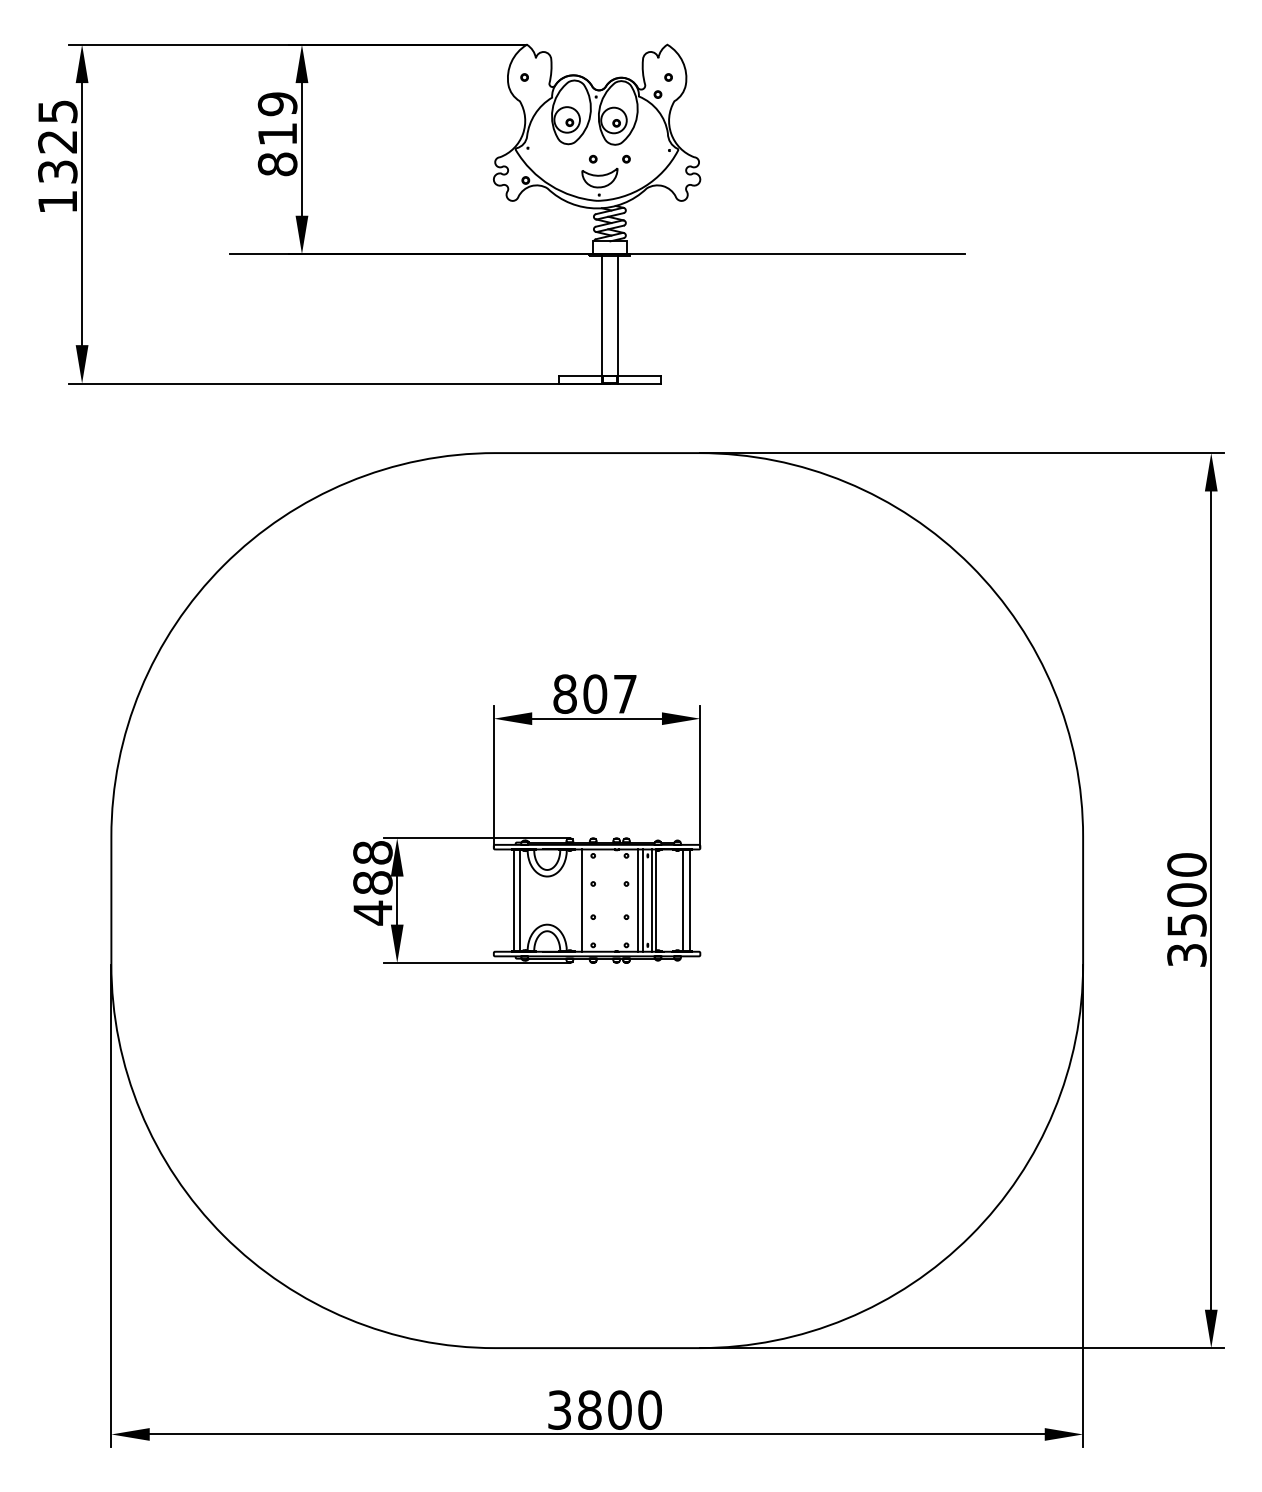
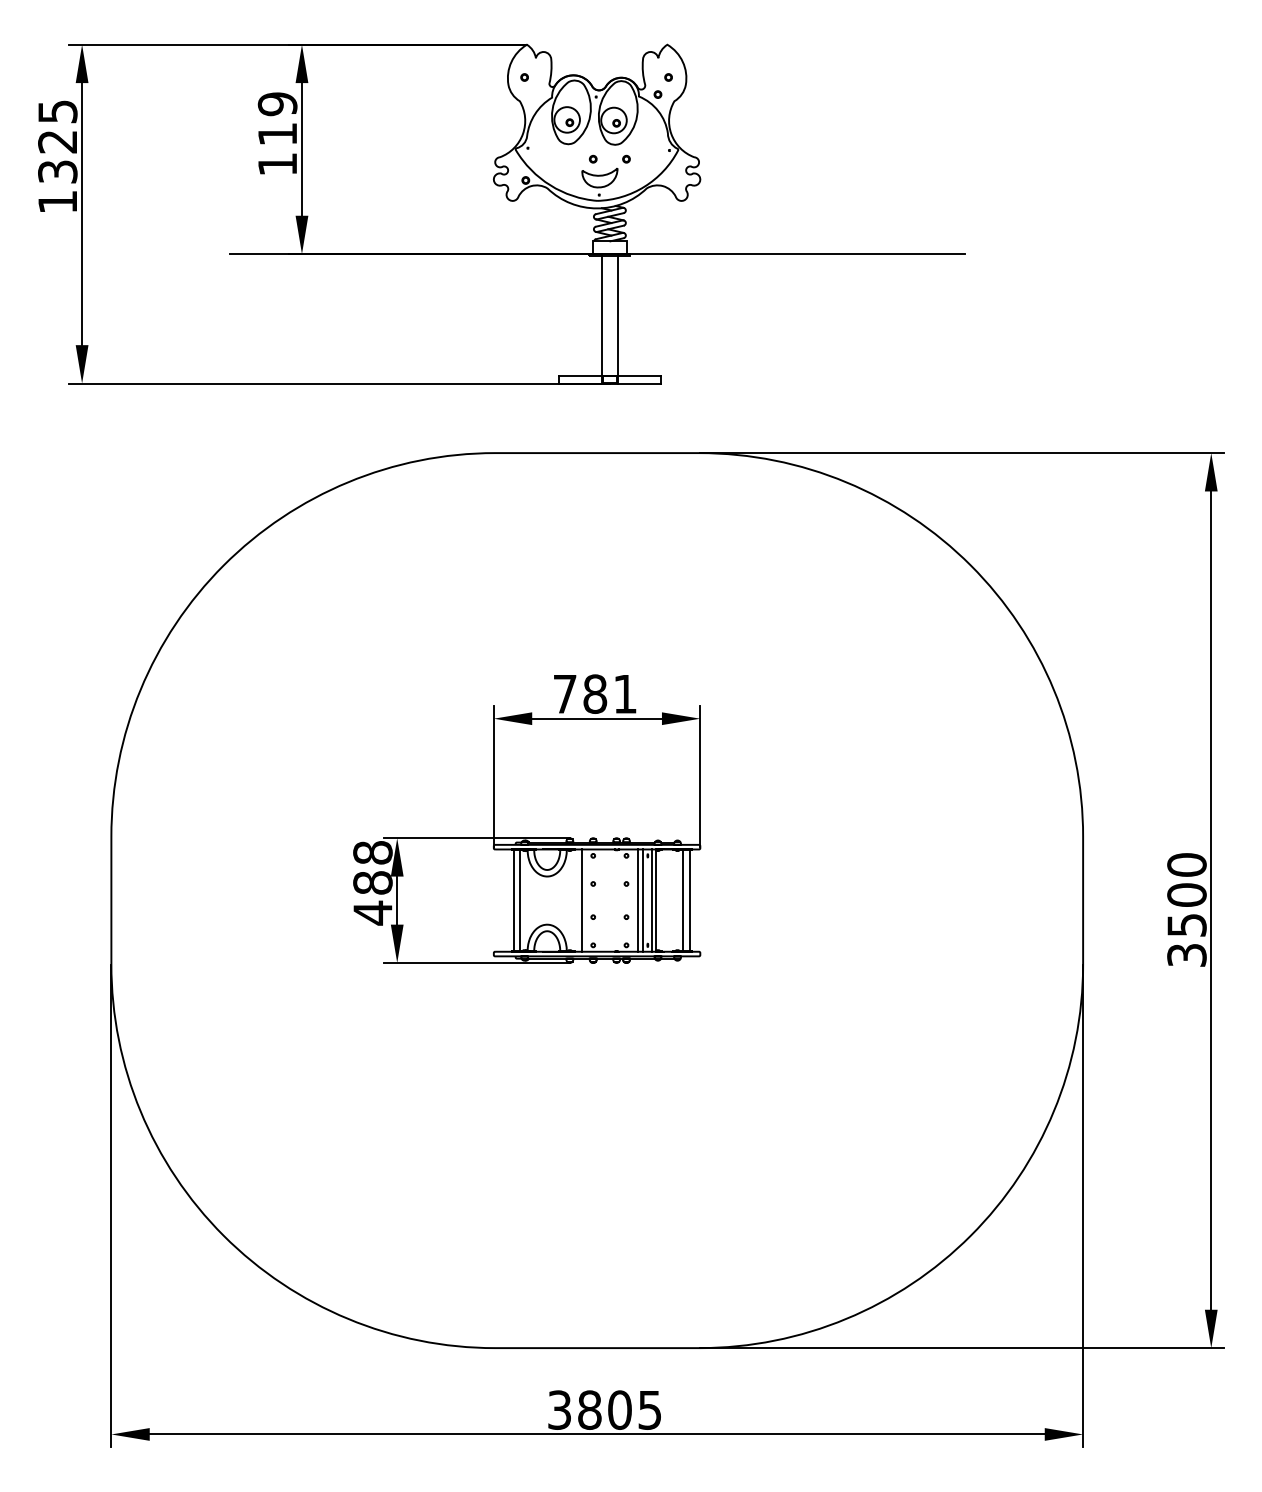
text at (277, 164): 819 -> 119
text at (594, 693): 807 -> 781
text at (649, 1409): 3800 -> 3805
